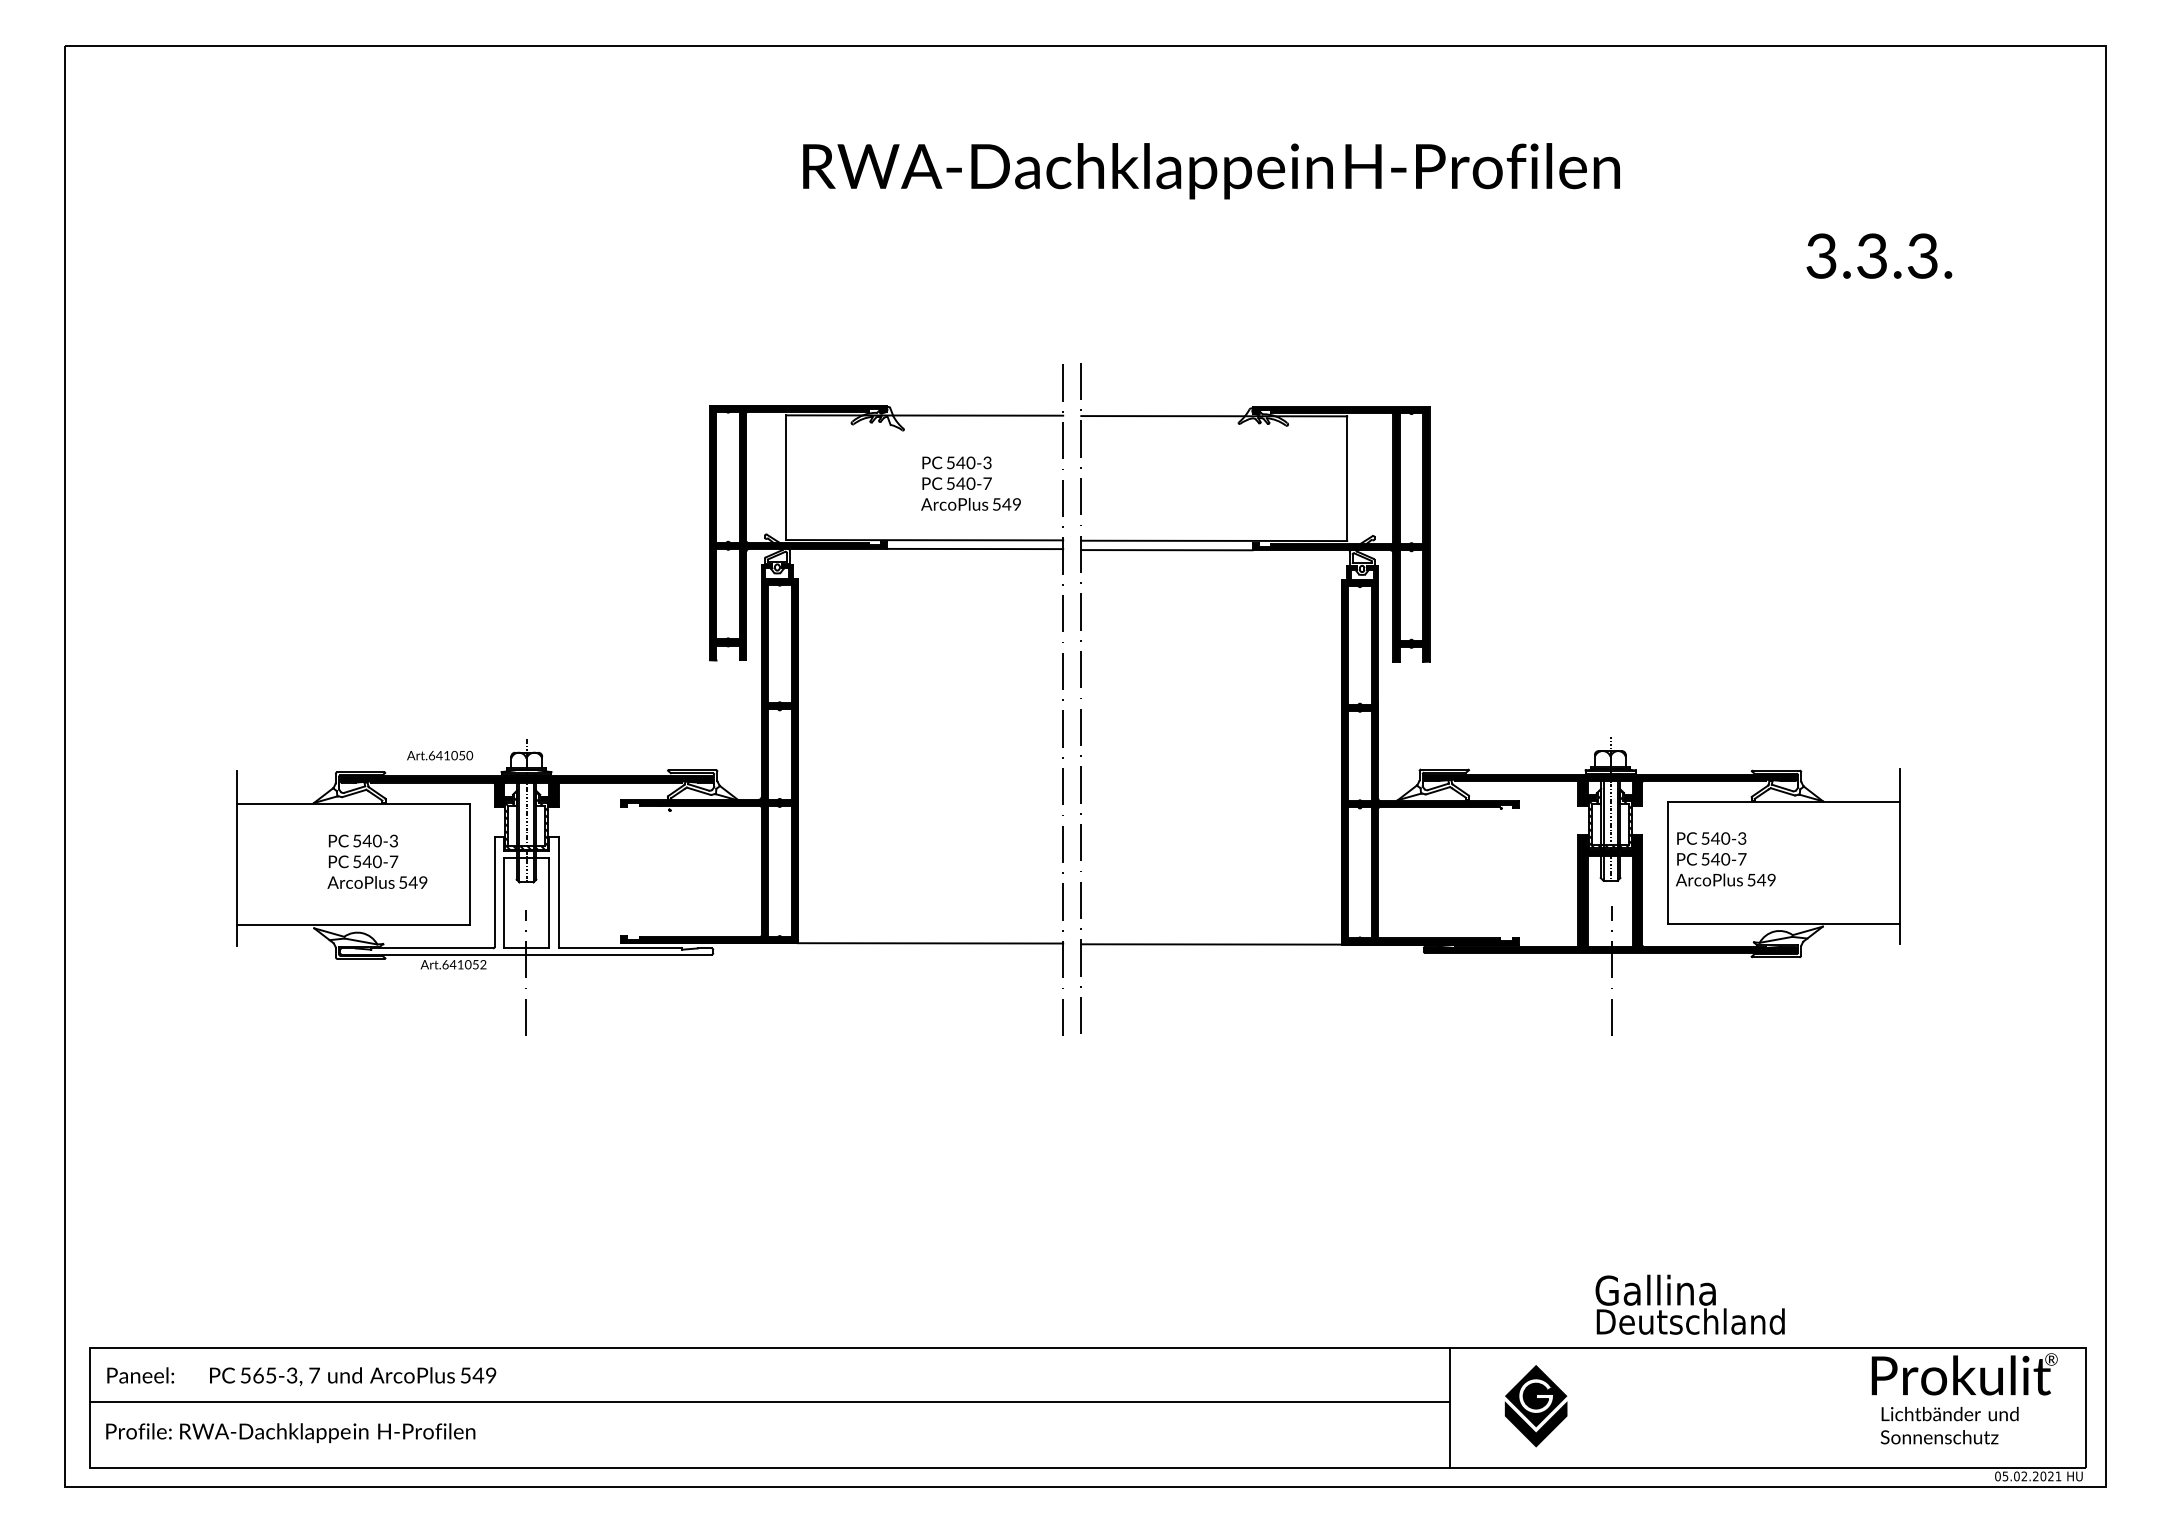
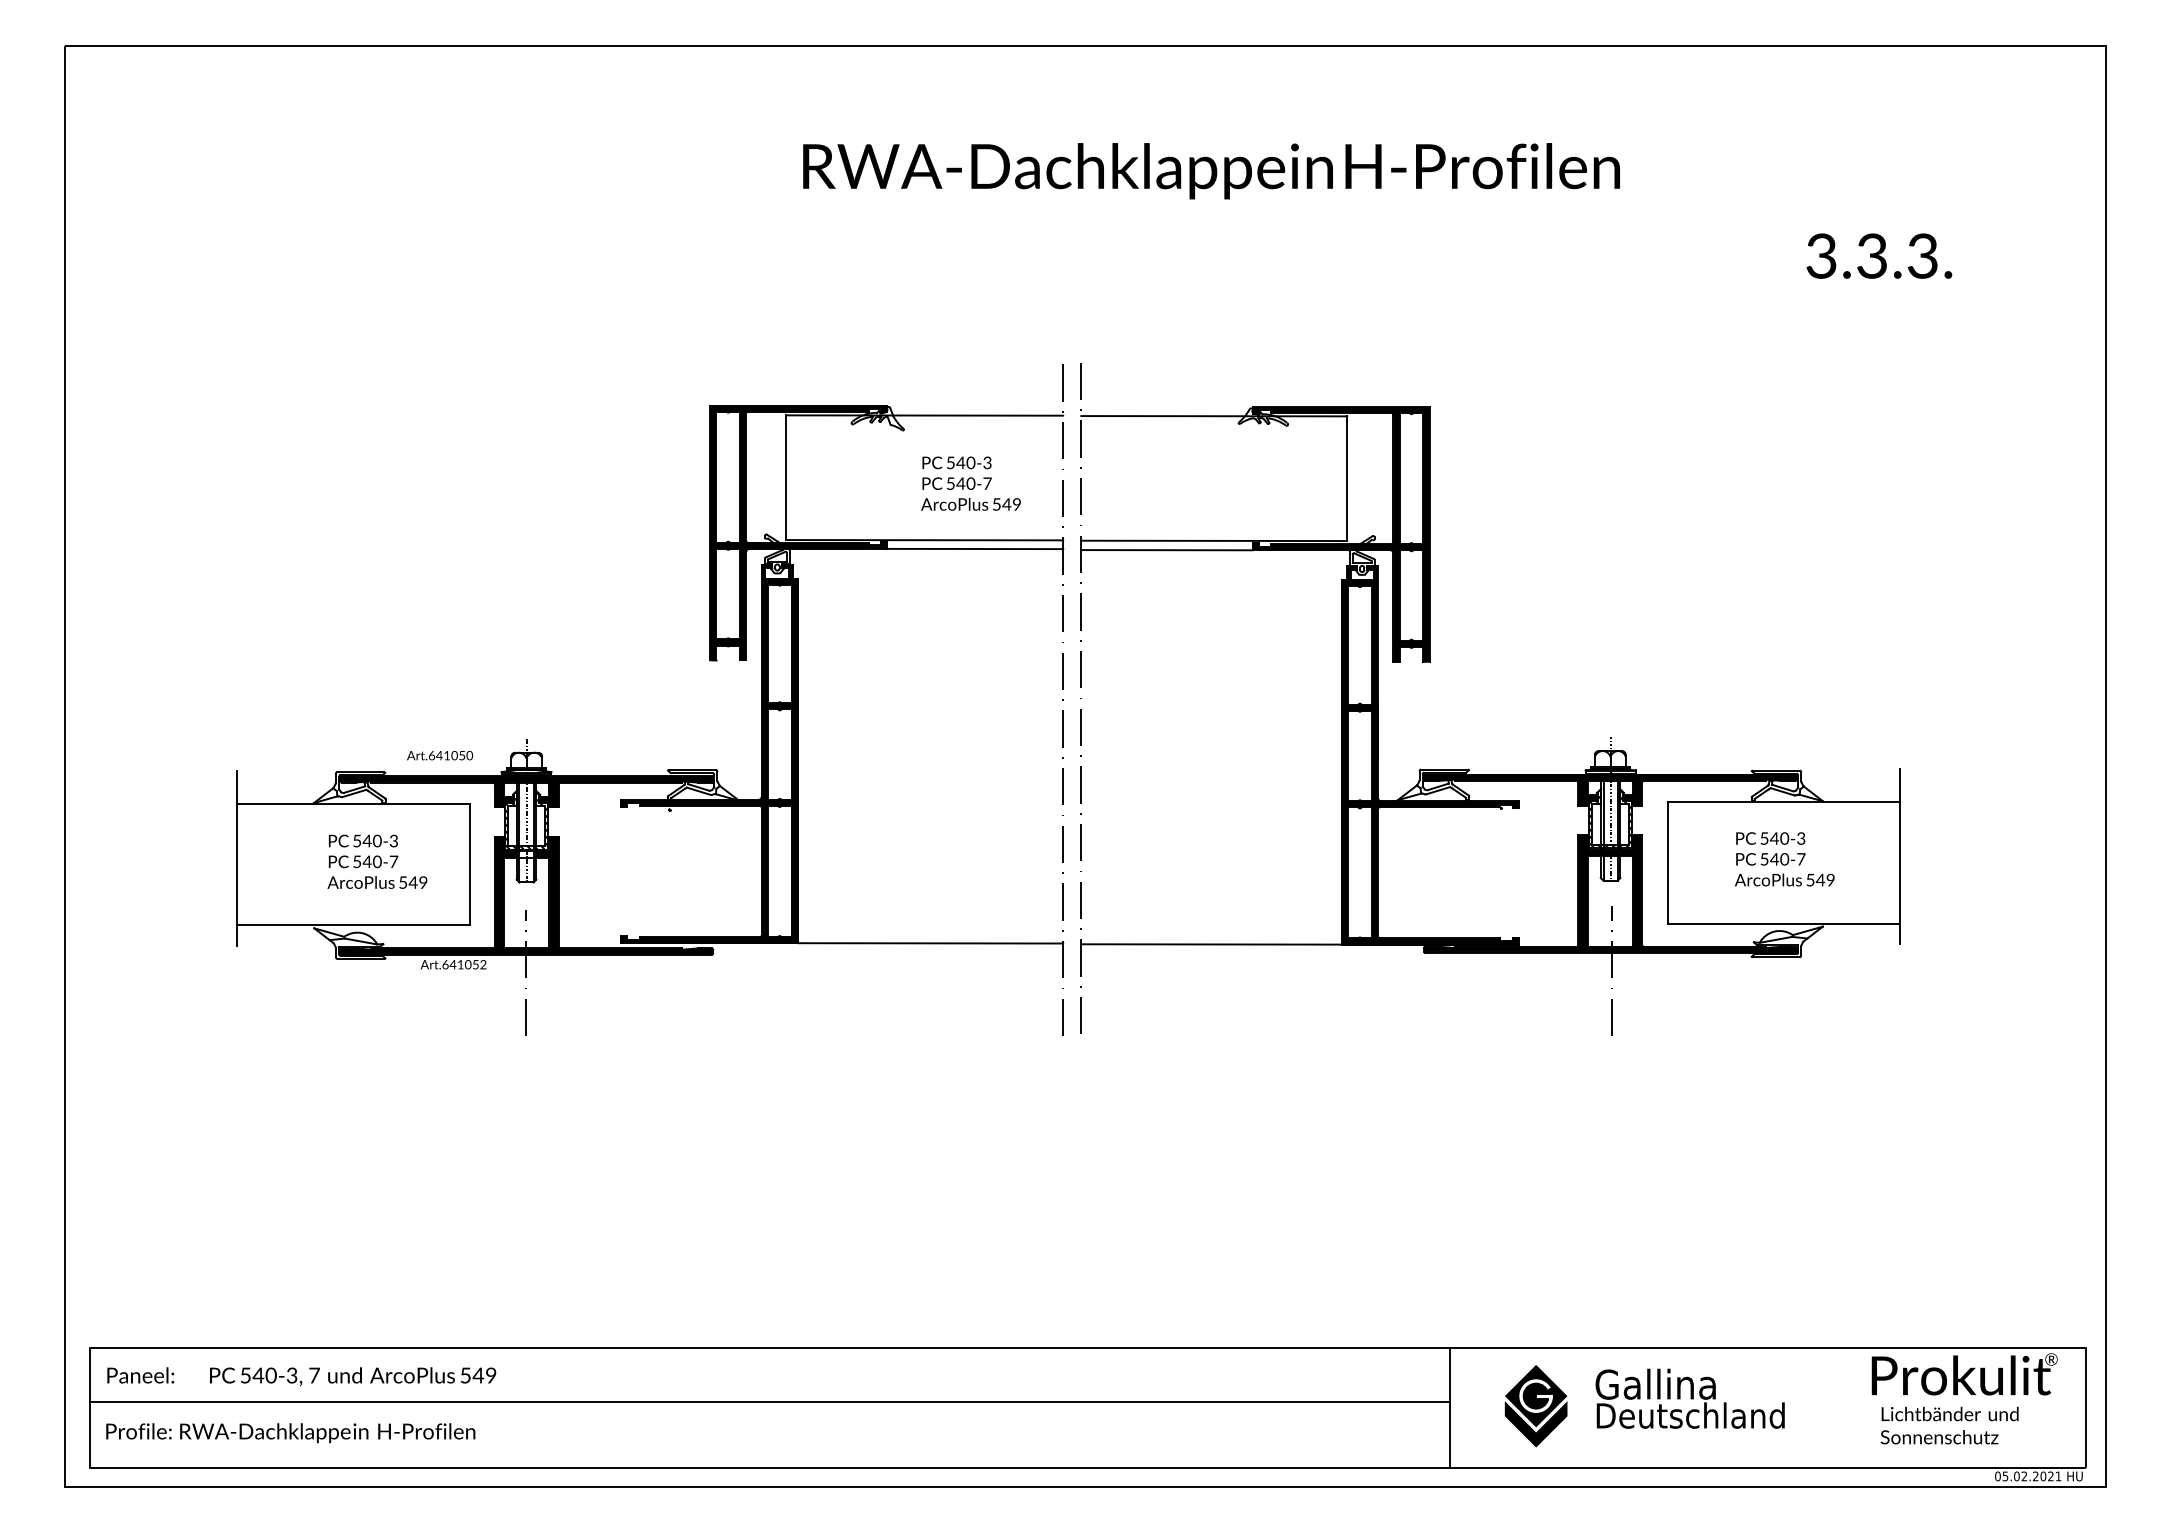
text at (1725, 859) position: (1725, 859) -> (1784, 859)
fill at (526, 895): none -> present
text at (1689, 1304) position: (1689, 1304) -> (1689, 1398)
text at (264, 1375): 565-3, -> 540-3,
